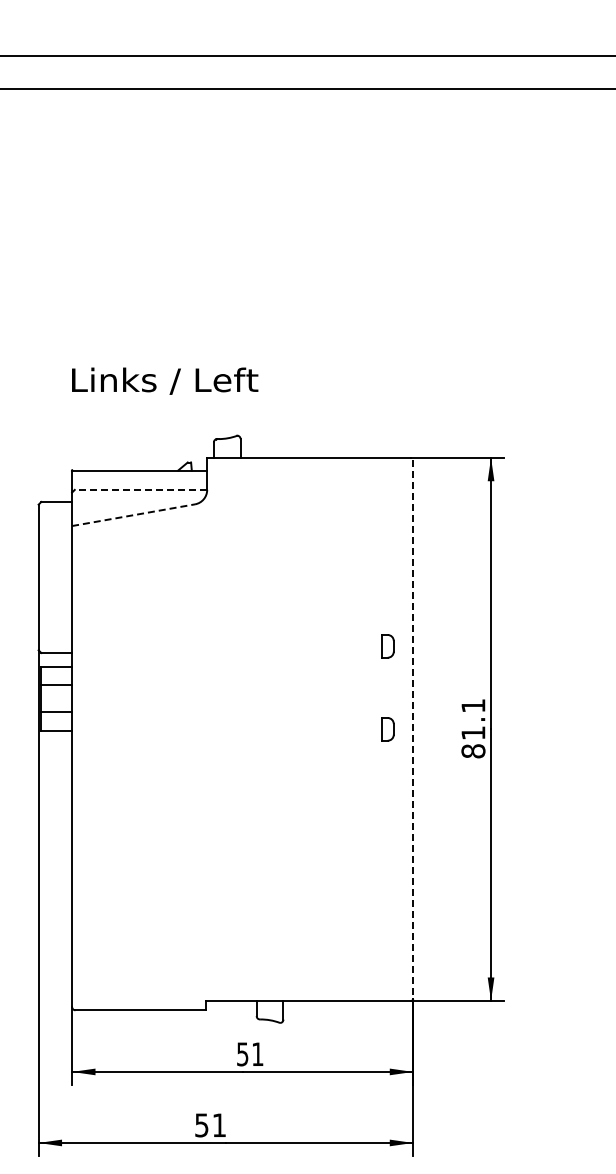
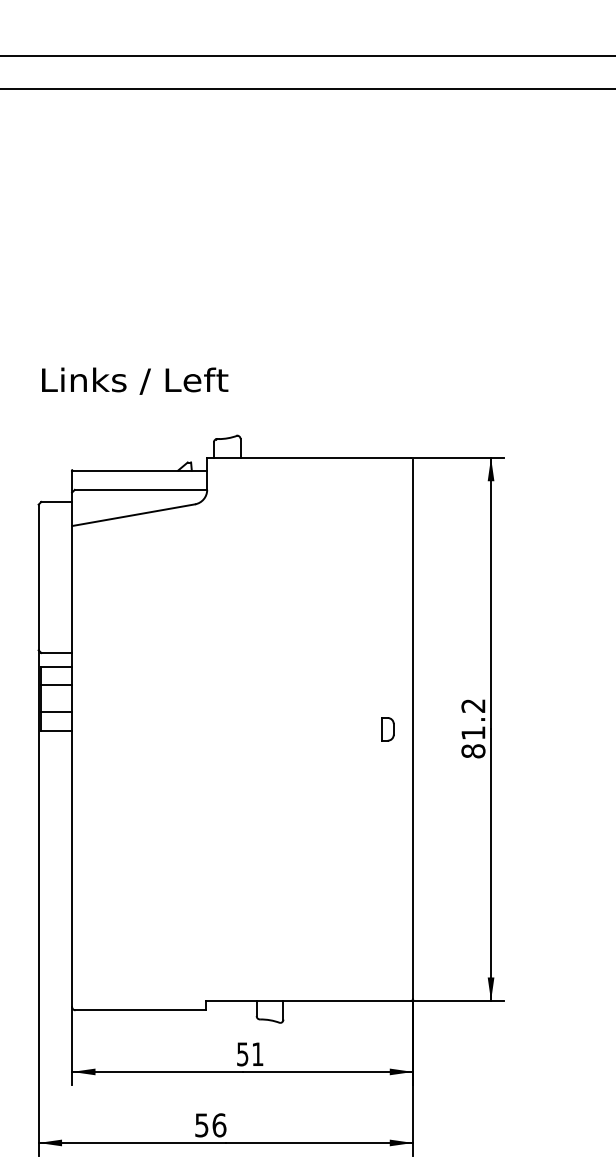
text at (165, 380) position: (165, 380) -> (135, 380)
line at (140, 489): dashed -> solid
line at (134, 515): dashed -> solid
part at (387, 646): present -> none
text at (473, 705): 81.1 -> 81.2
line at (413, 729): dashed -> solid
text at (219, 1125): 51 -> 56
